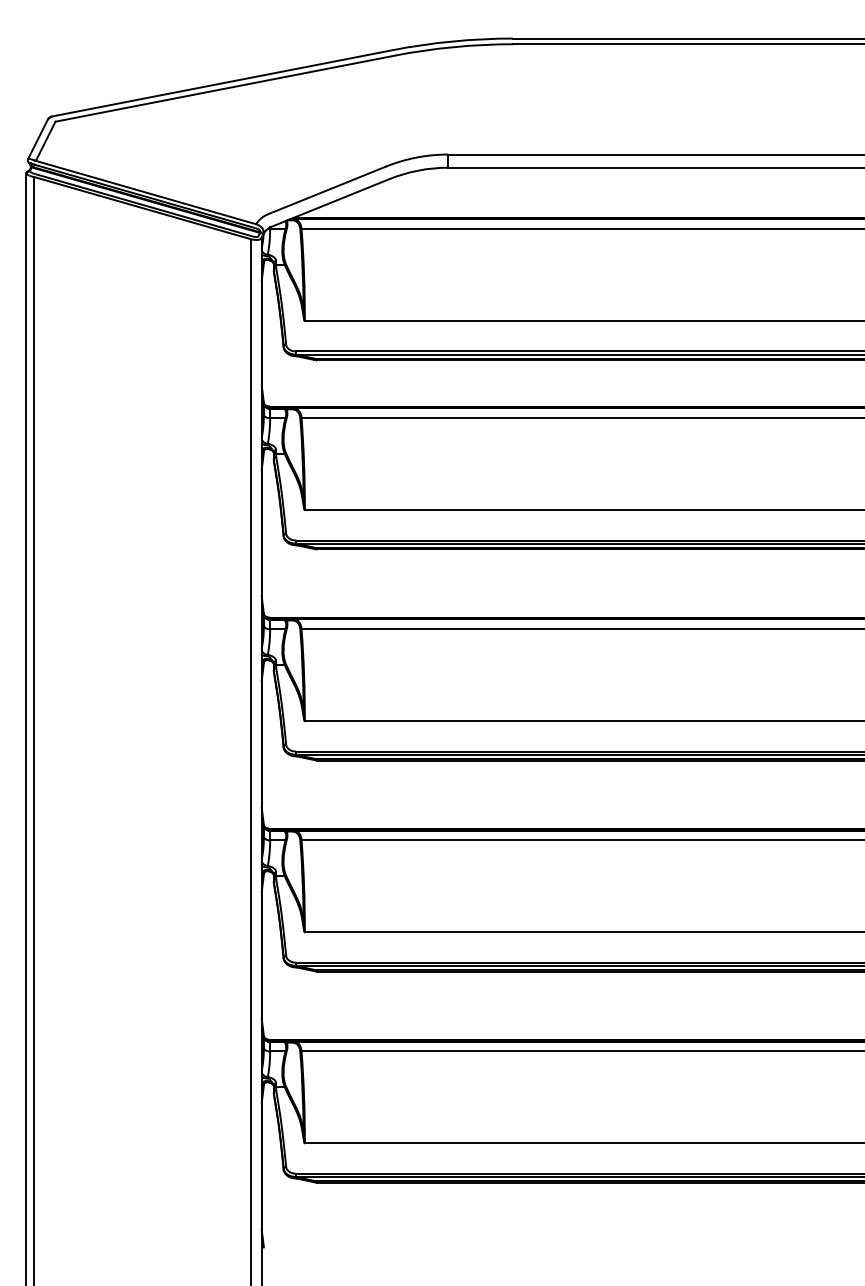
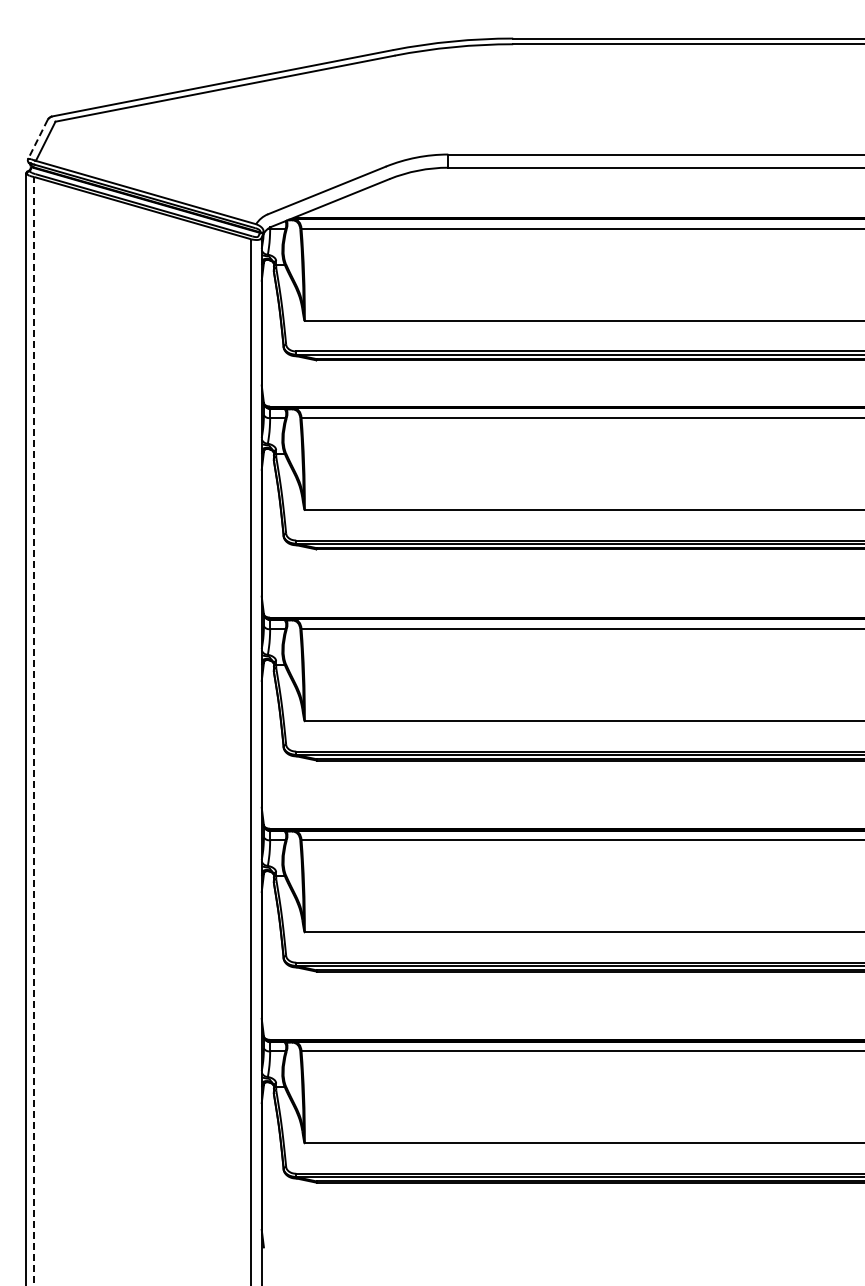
line at (37, 139): solid -> dashed
line at (34, 730): solid -> dashed
